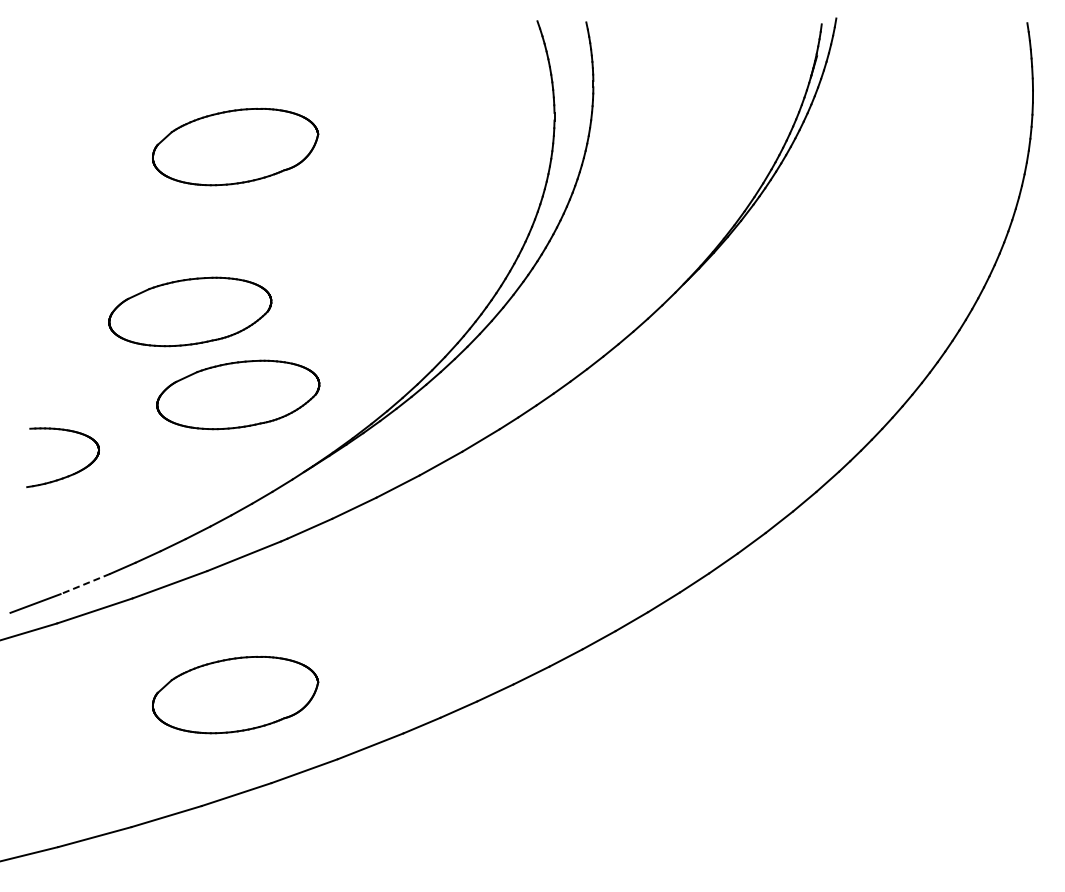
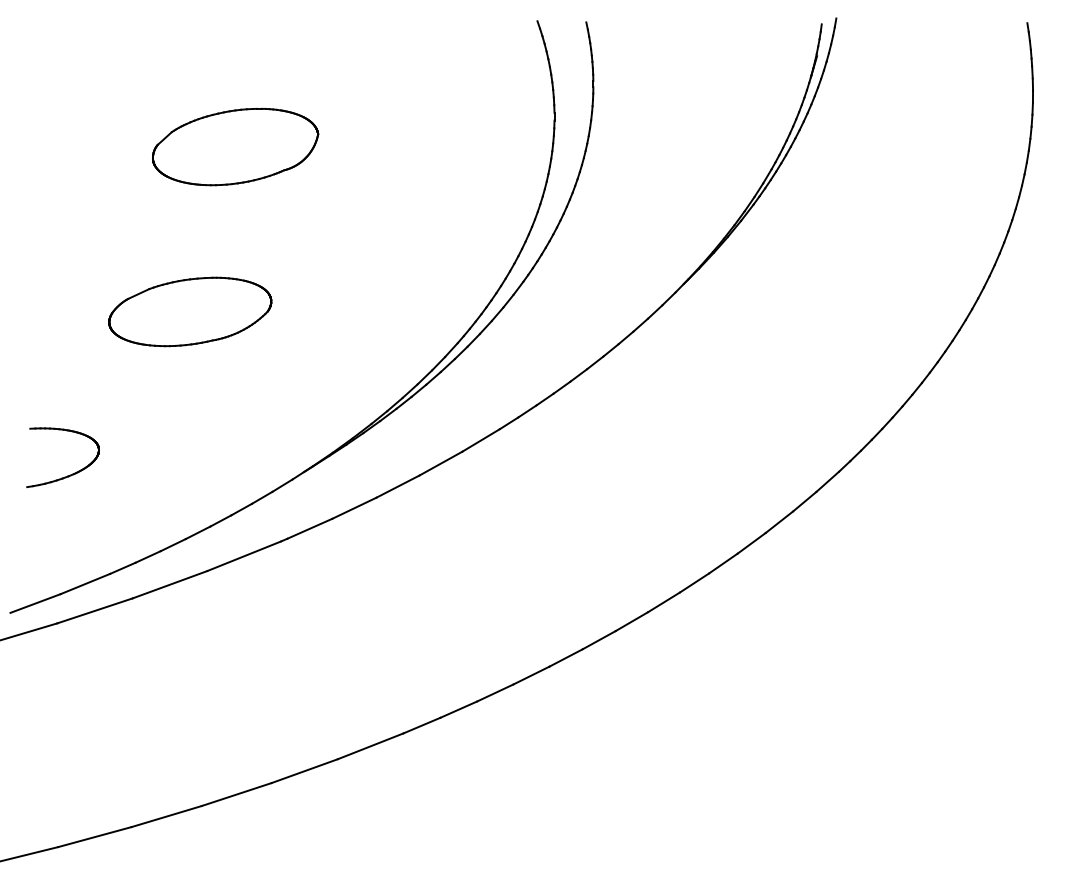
part at (238, 394): present -> none
line at (85, 584): dashed -> solid
part at (235, 694): present -> none
